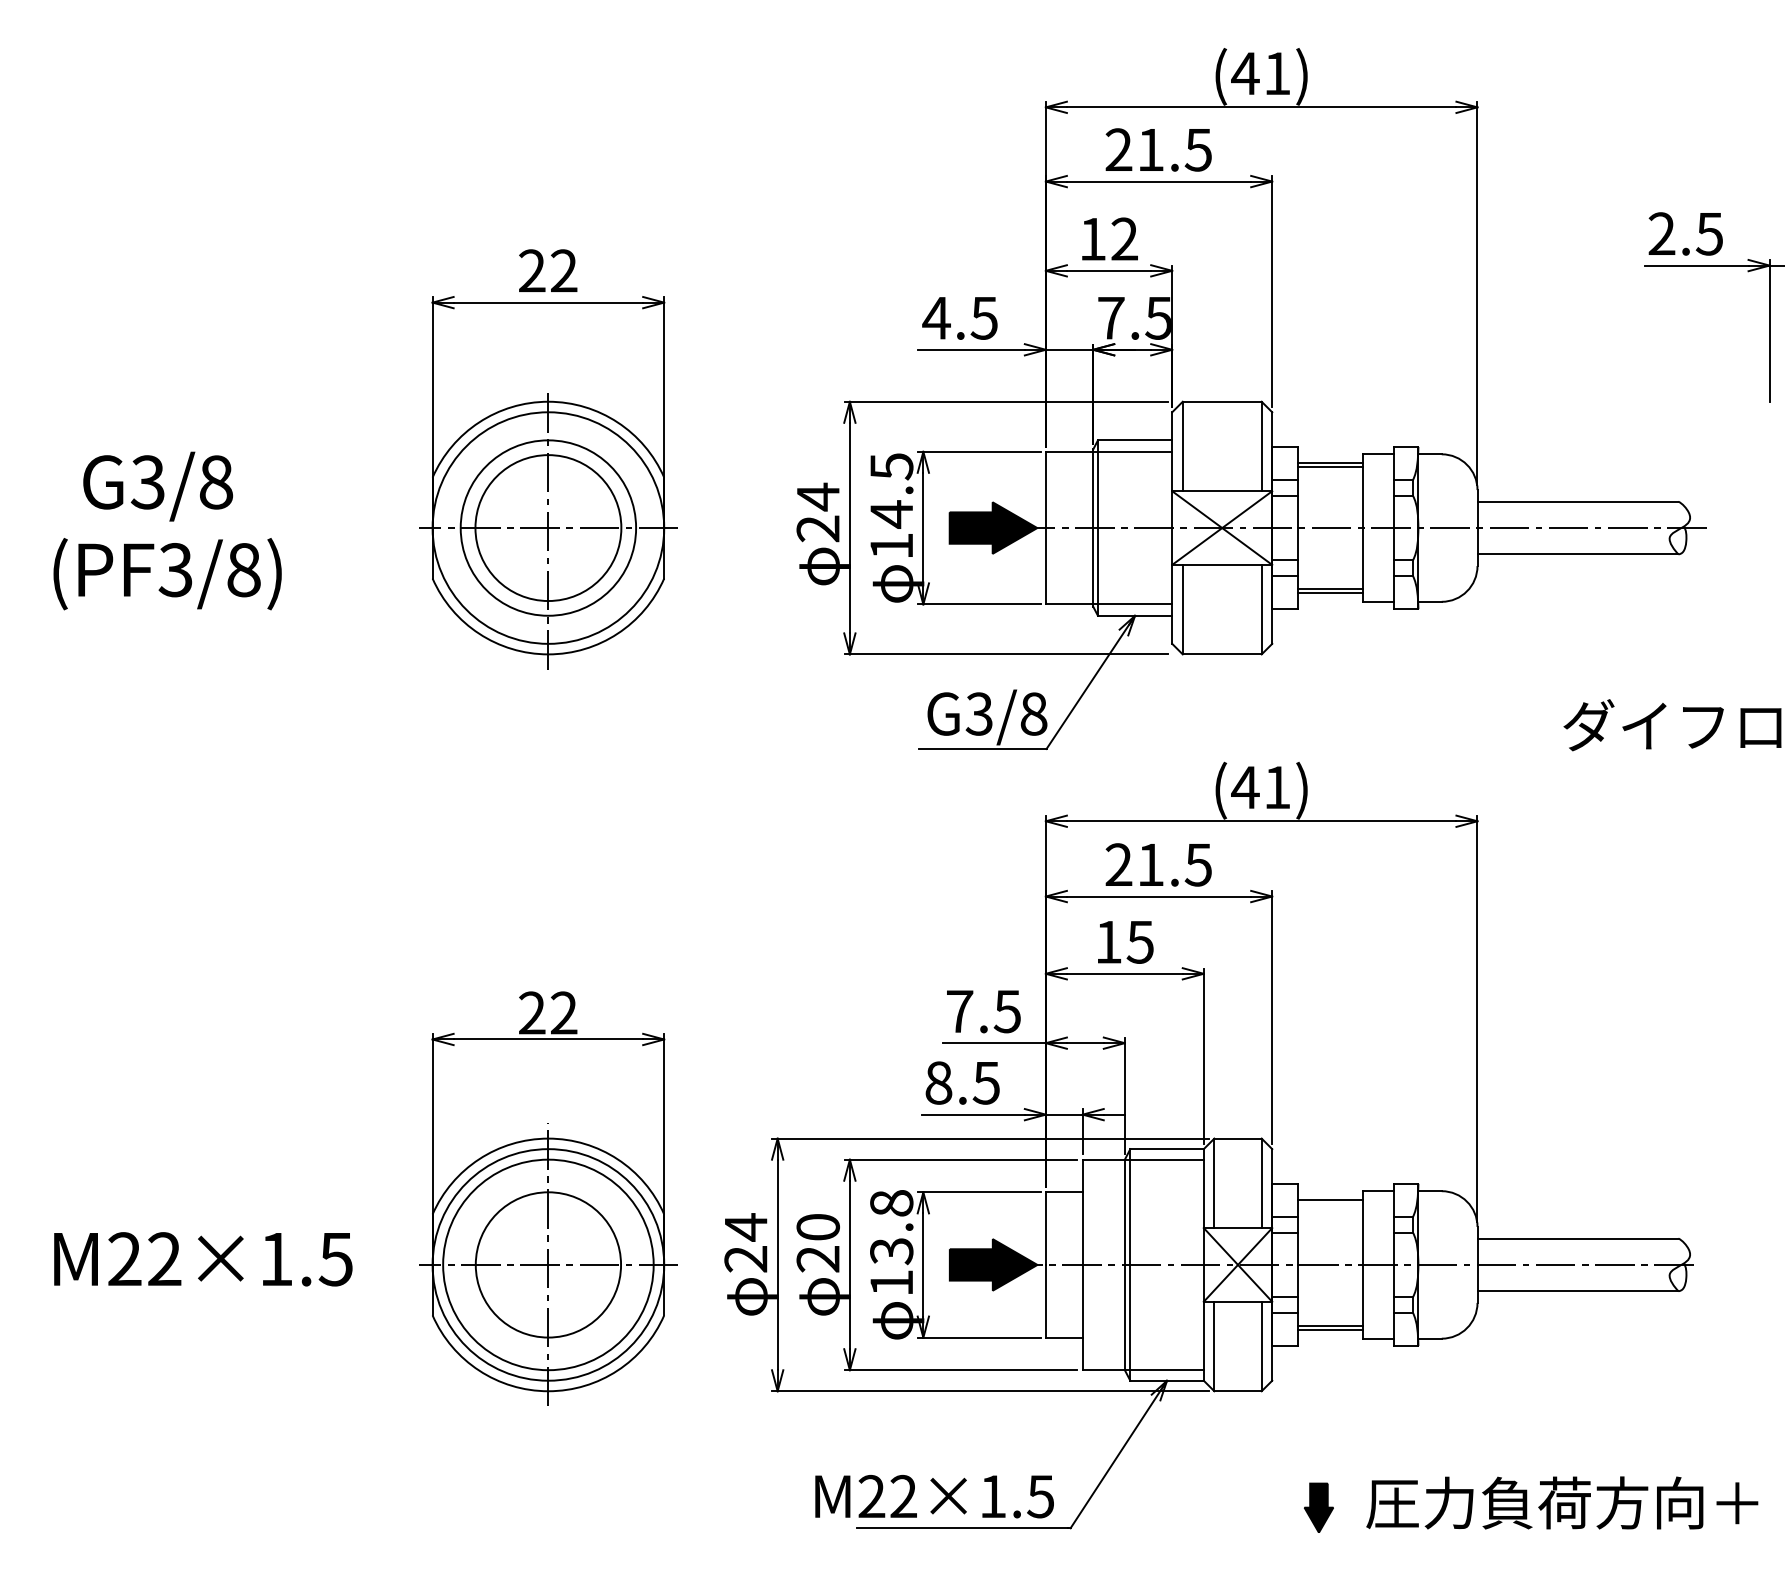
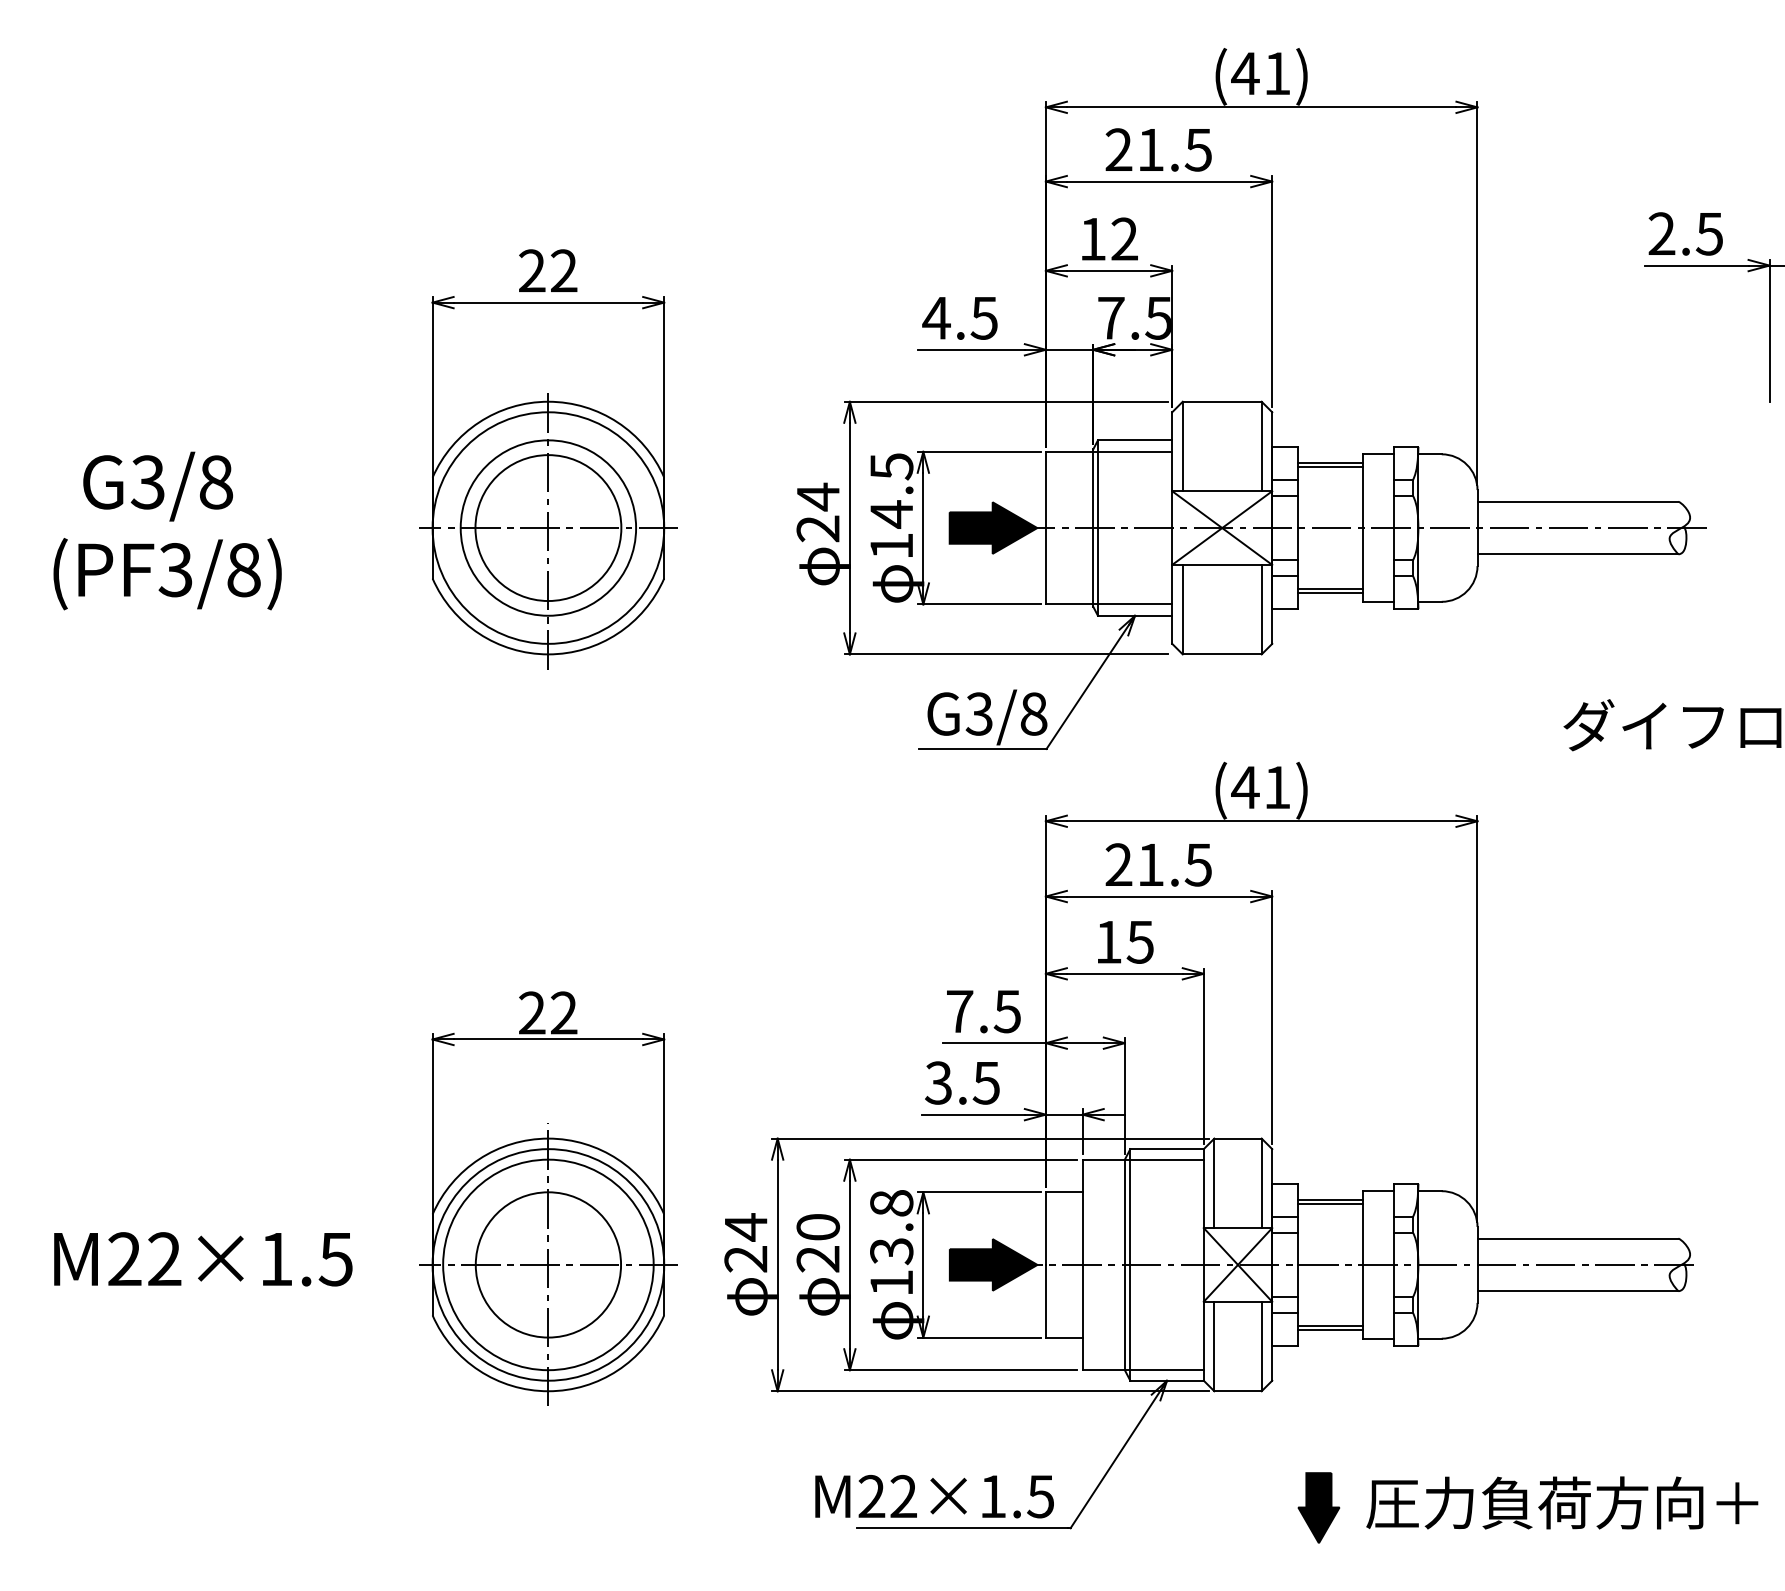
text at (938, 1082): 8.5 -> 3.5
line at (1330, 1203): none -> present
part at (1318, 1507) size: 30x51 px -> 44x72 px
